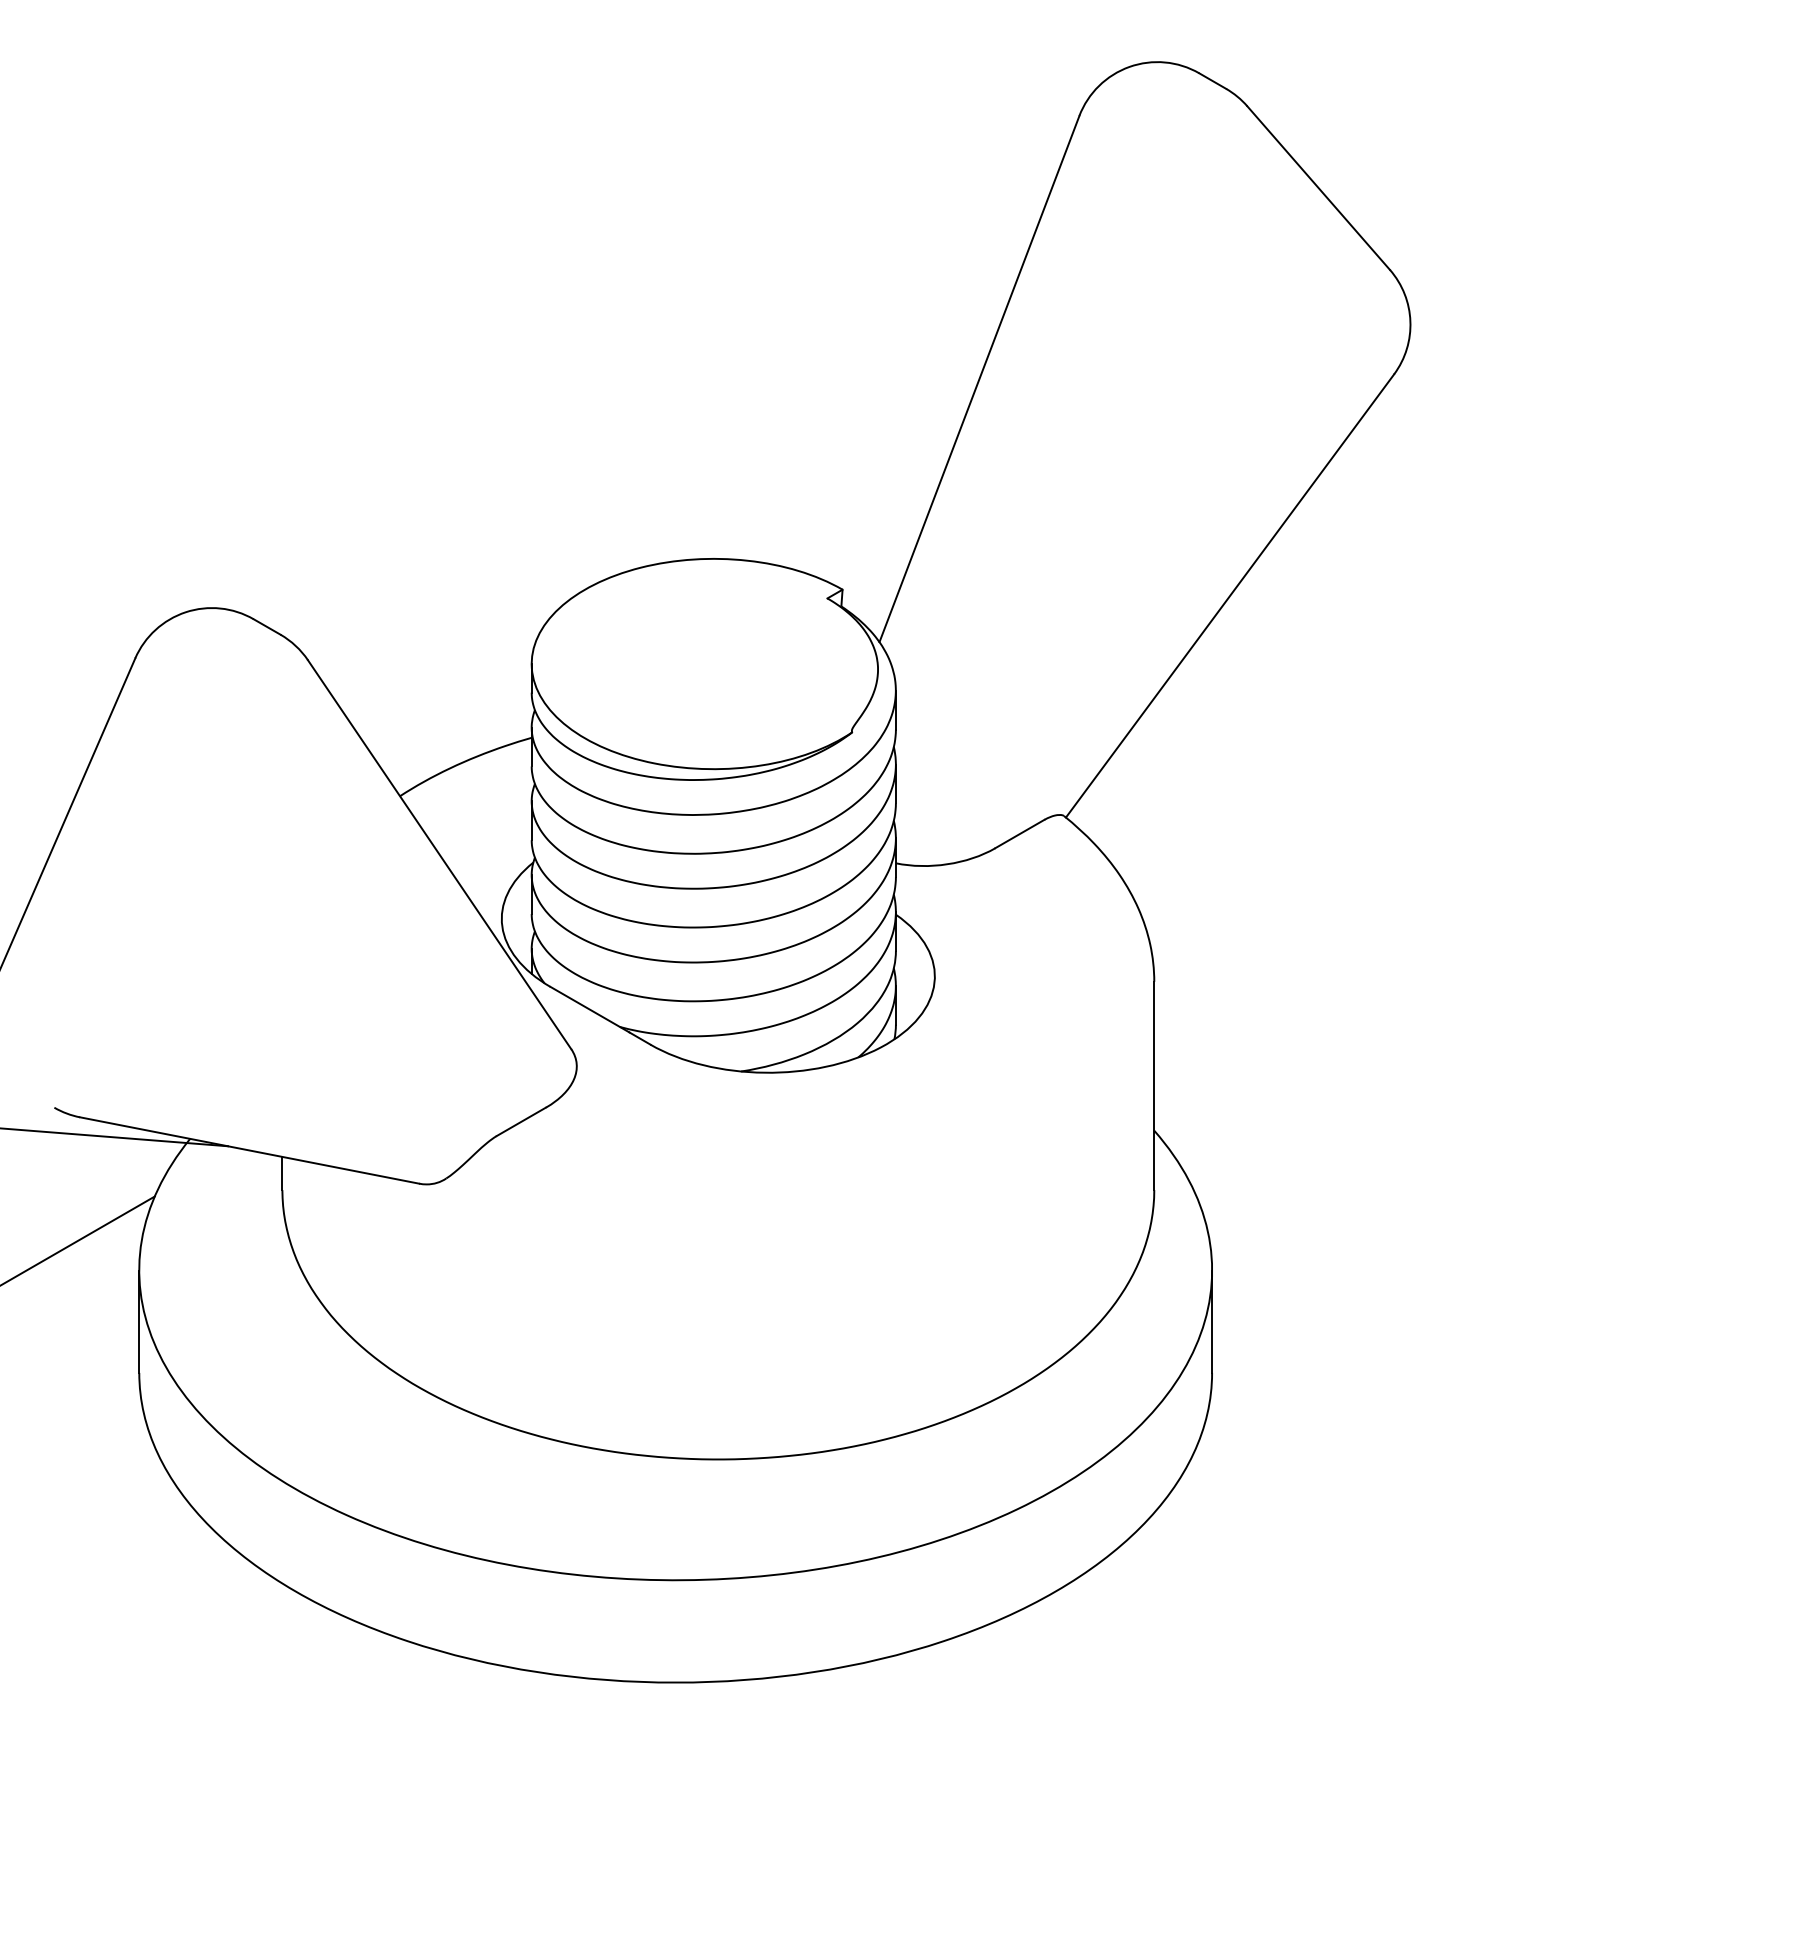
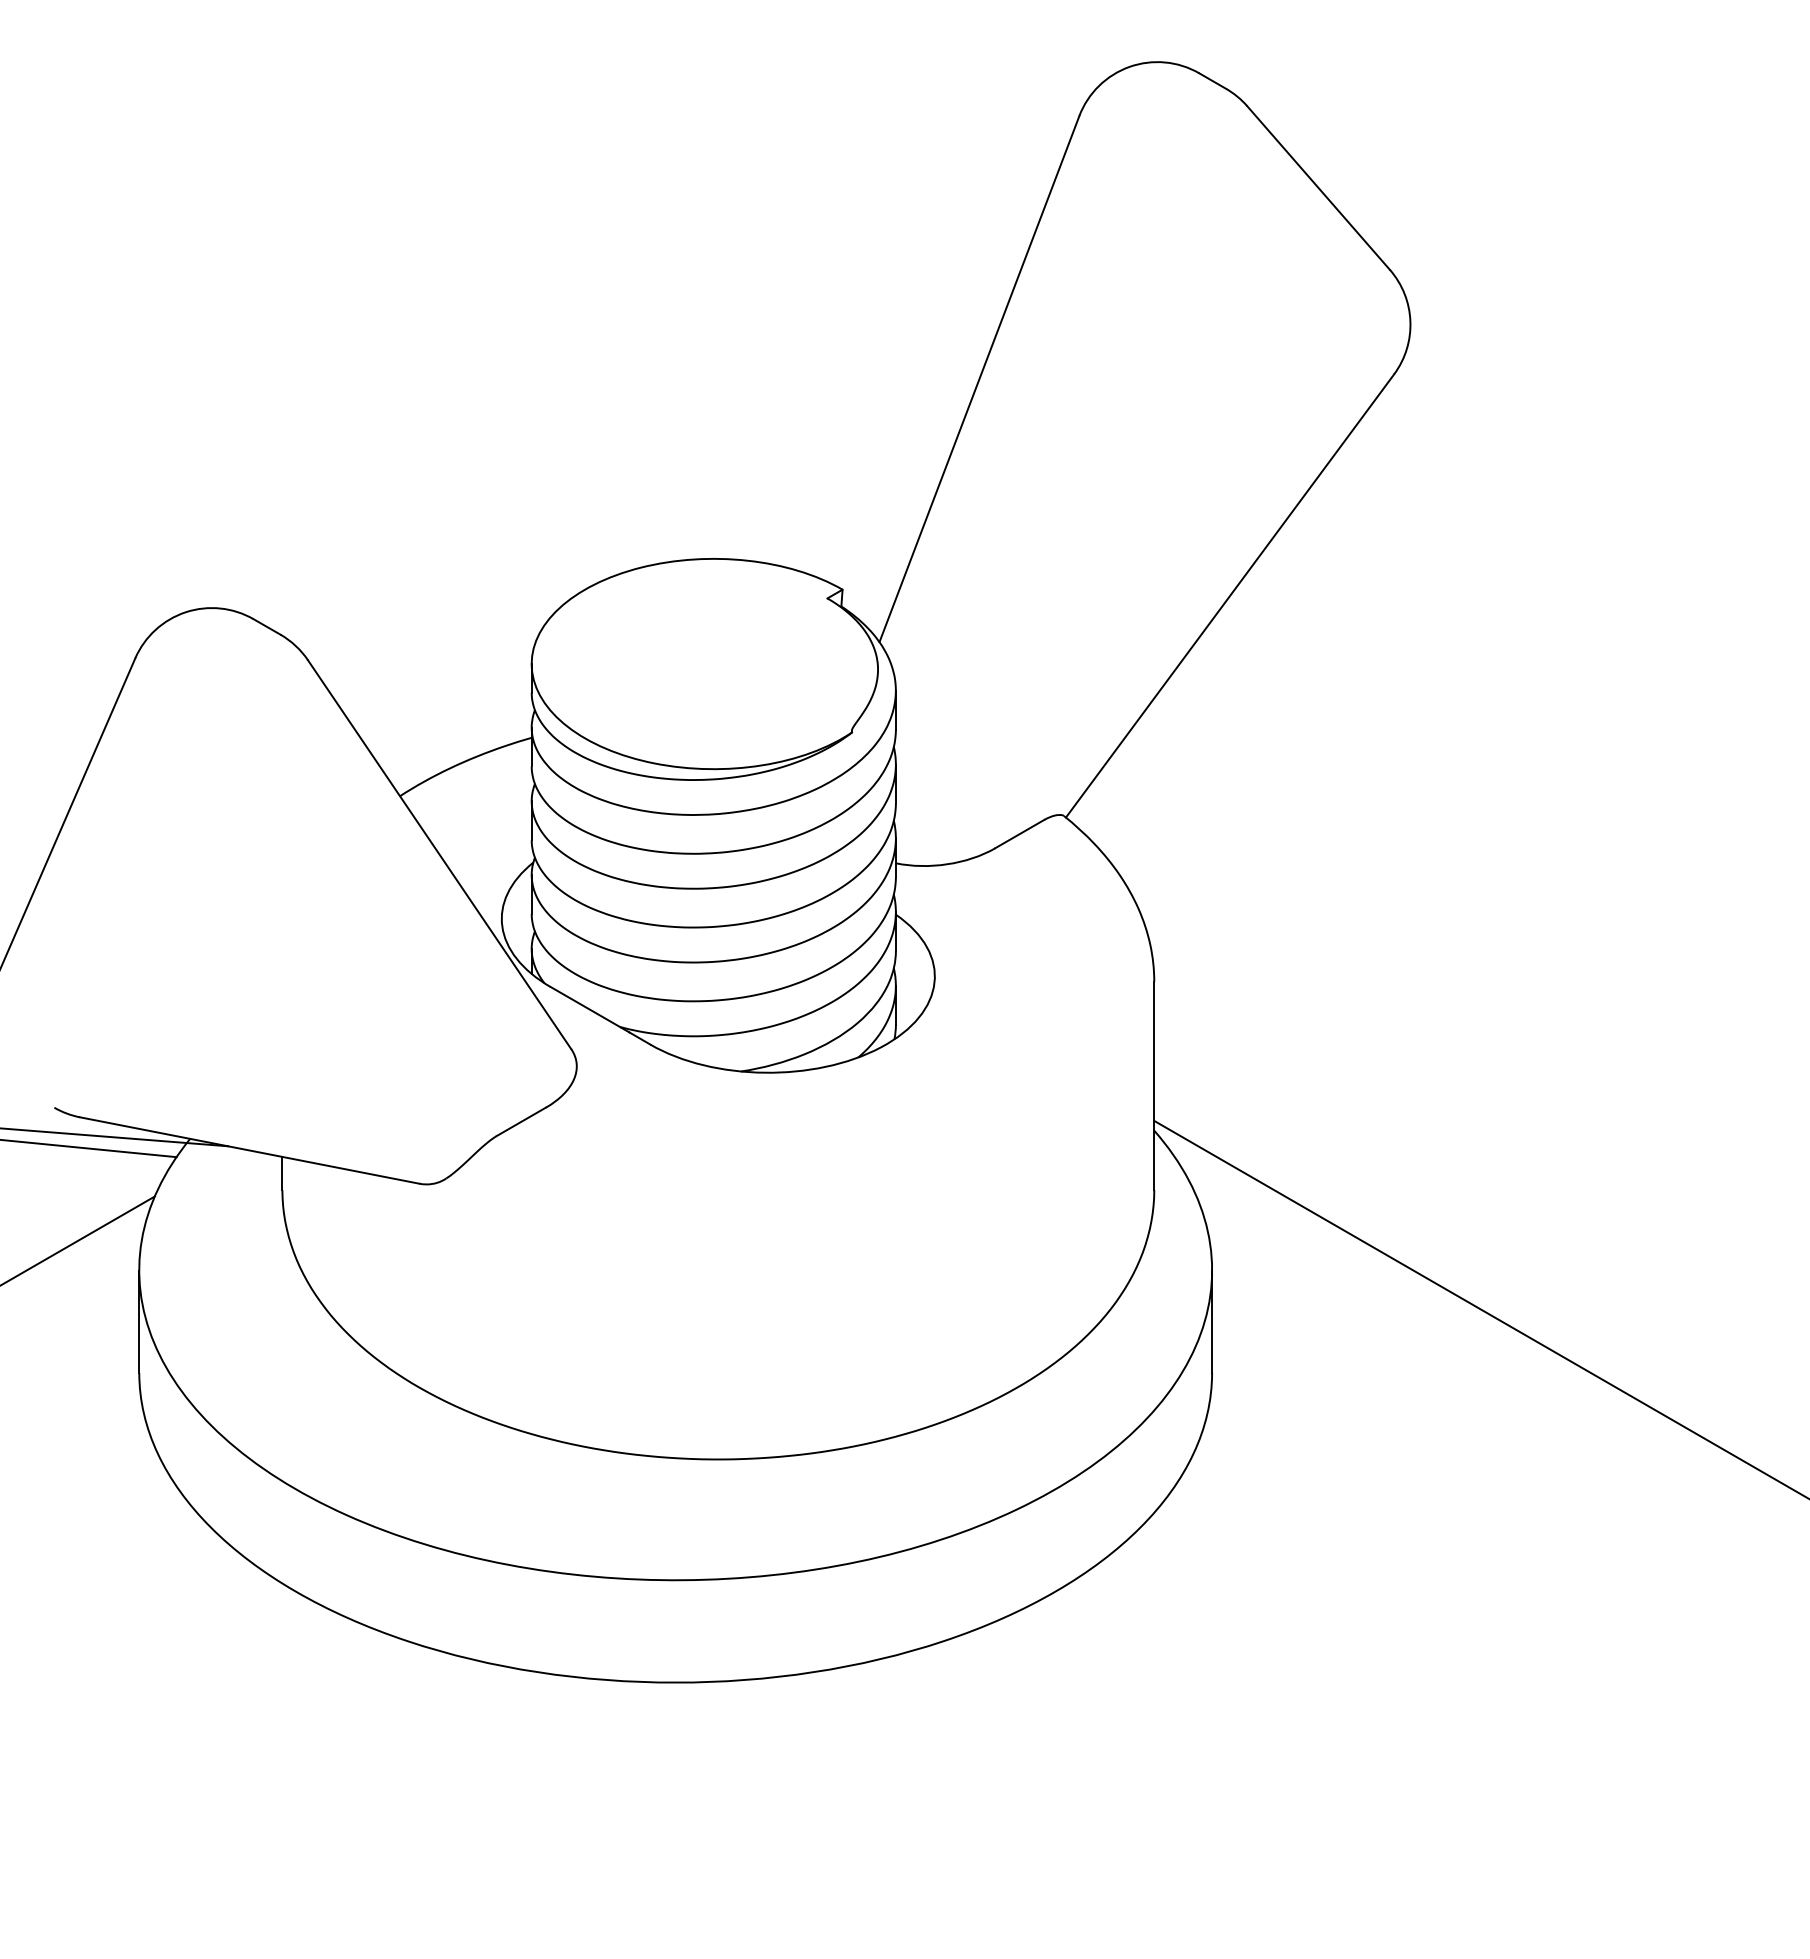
line at (89, 1148): none -> present
line at (1480, 1308): none -> present
